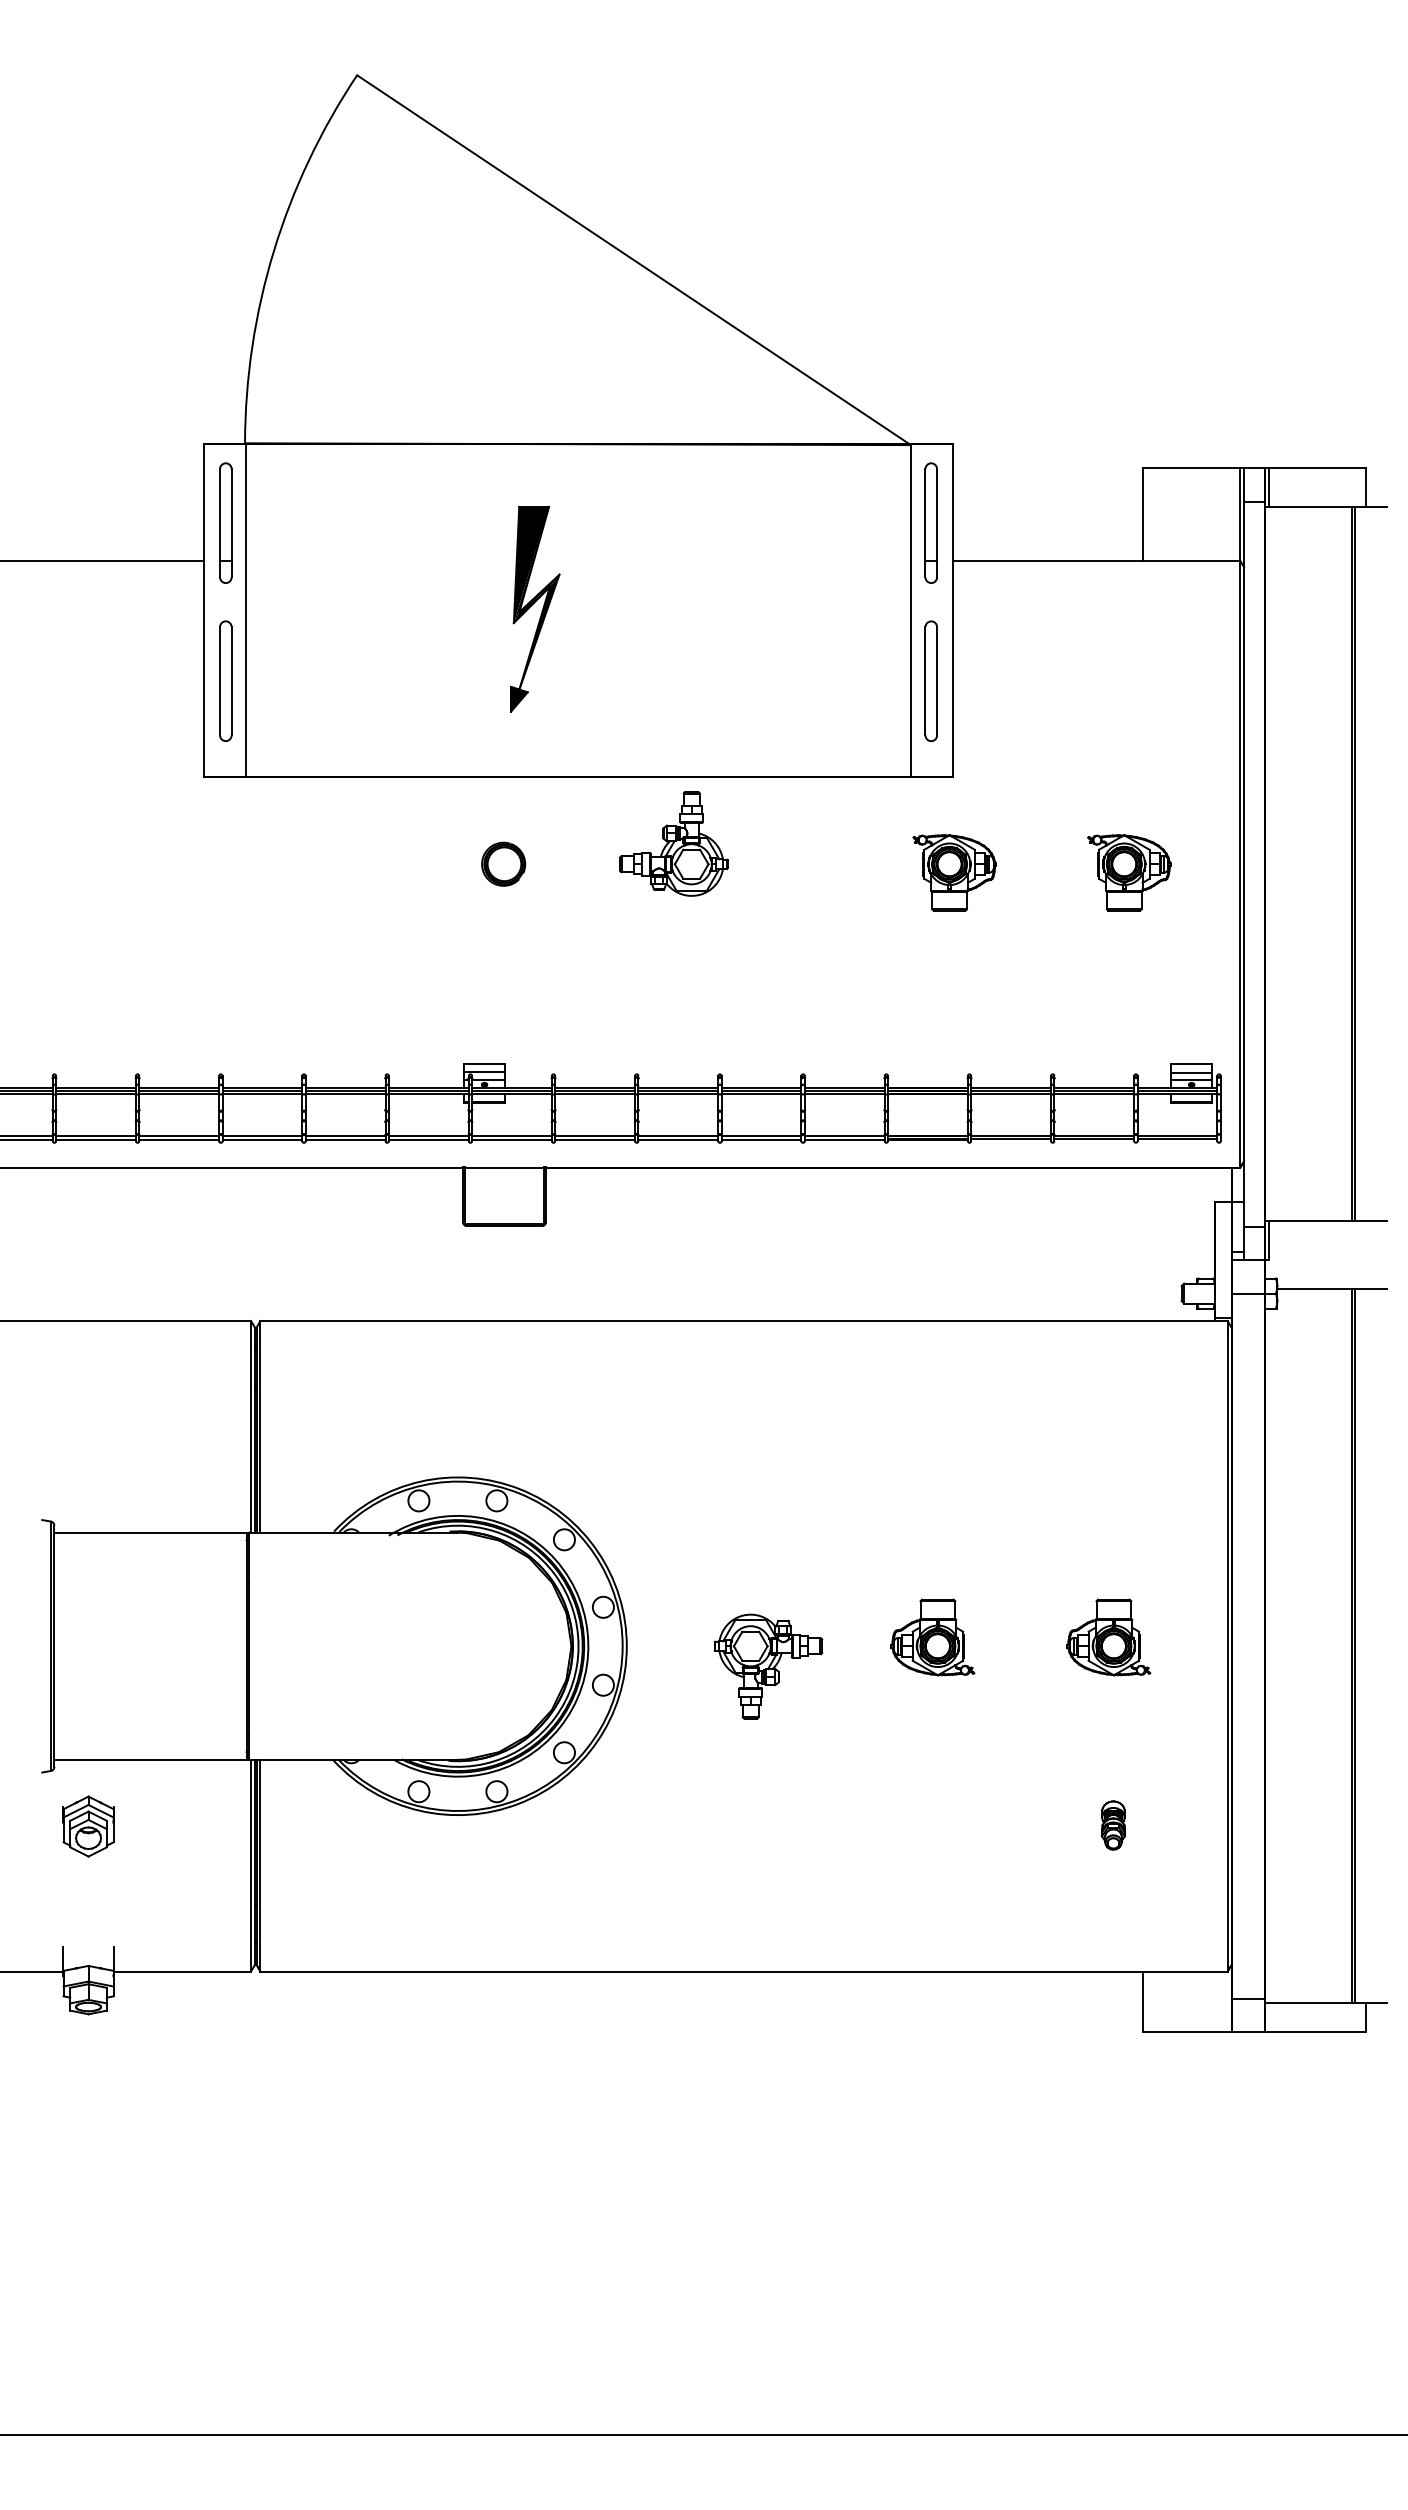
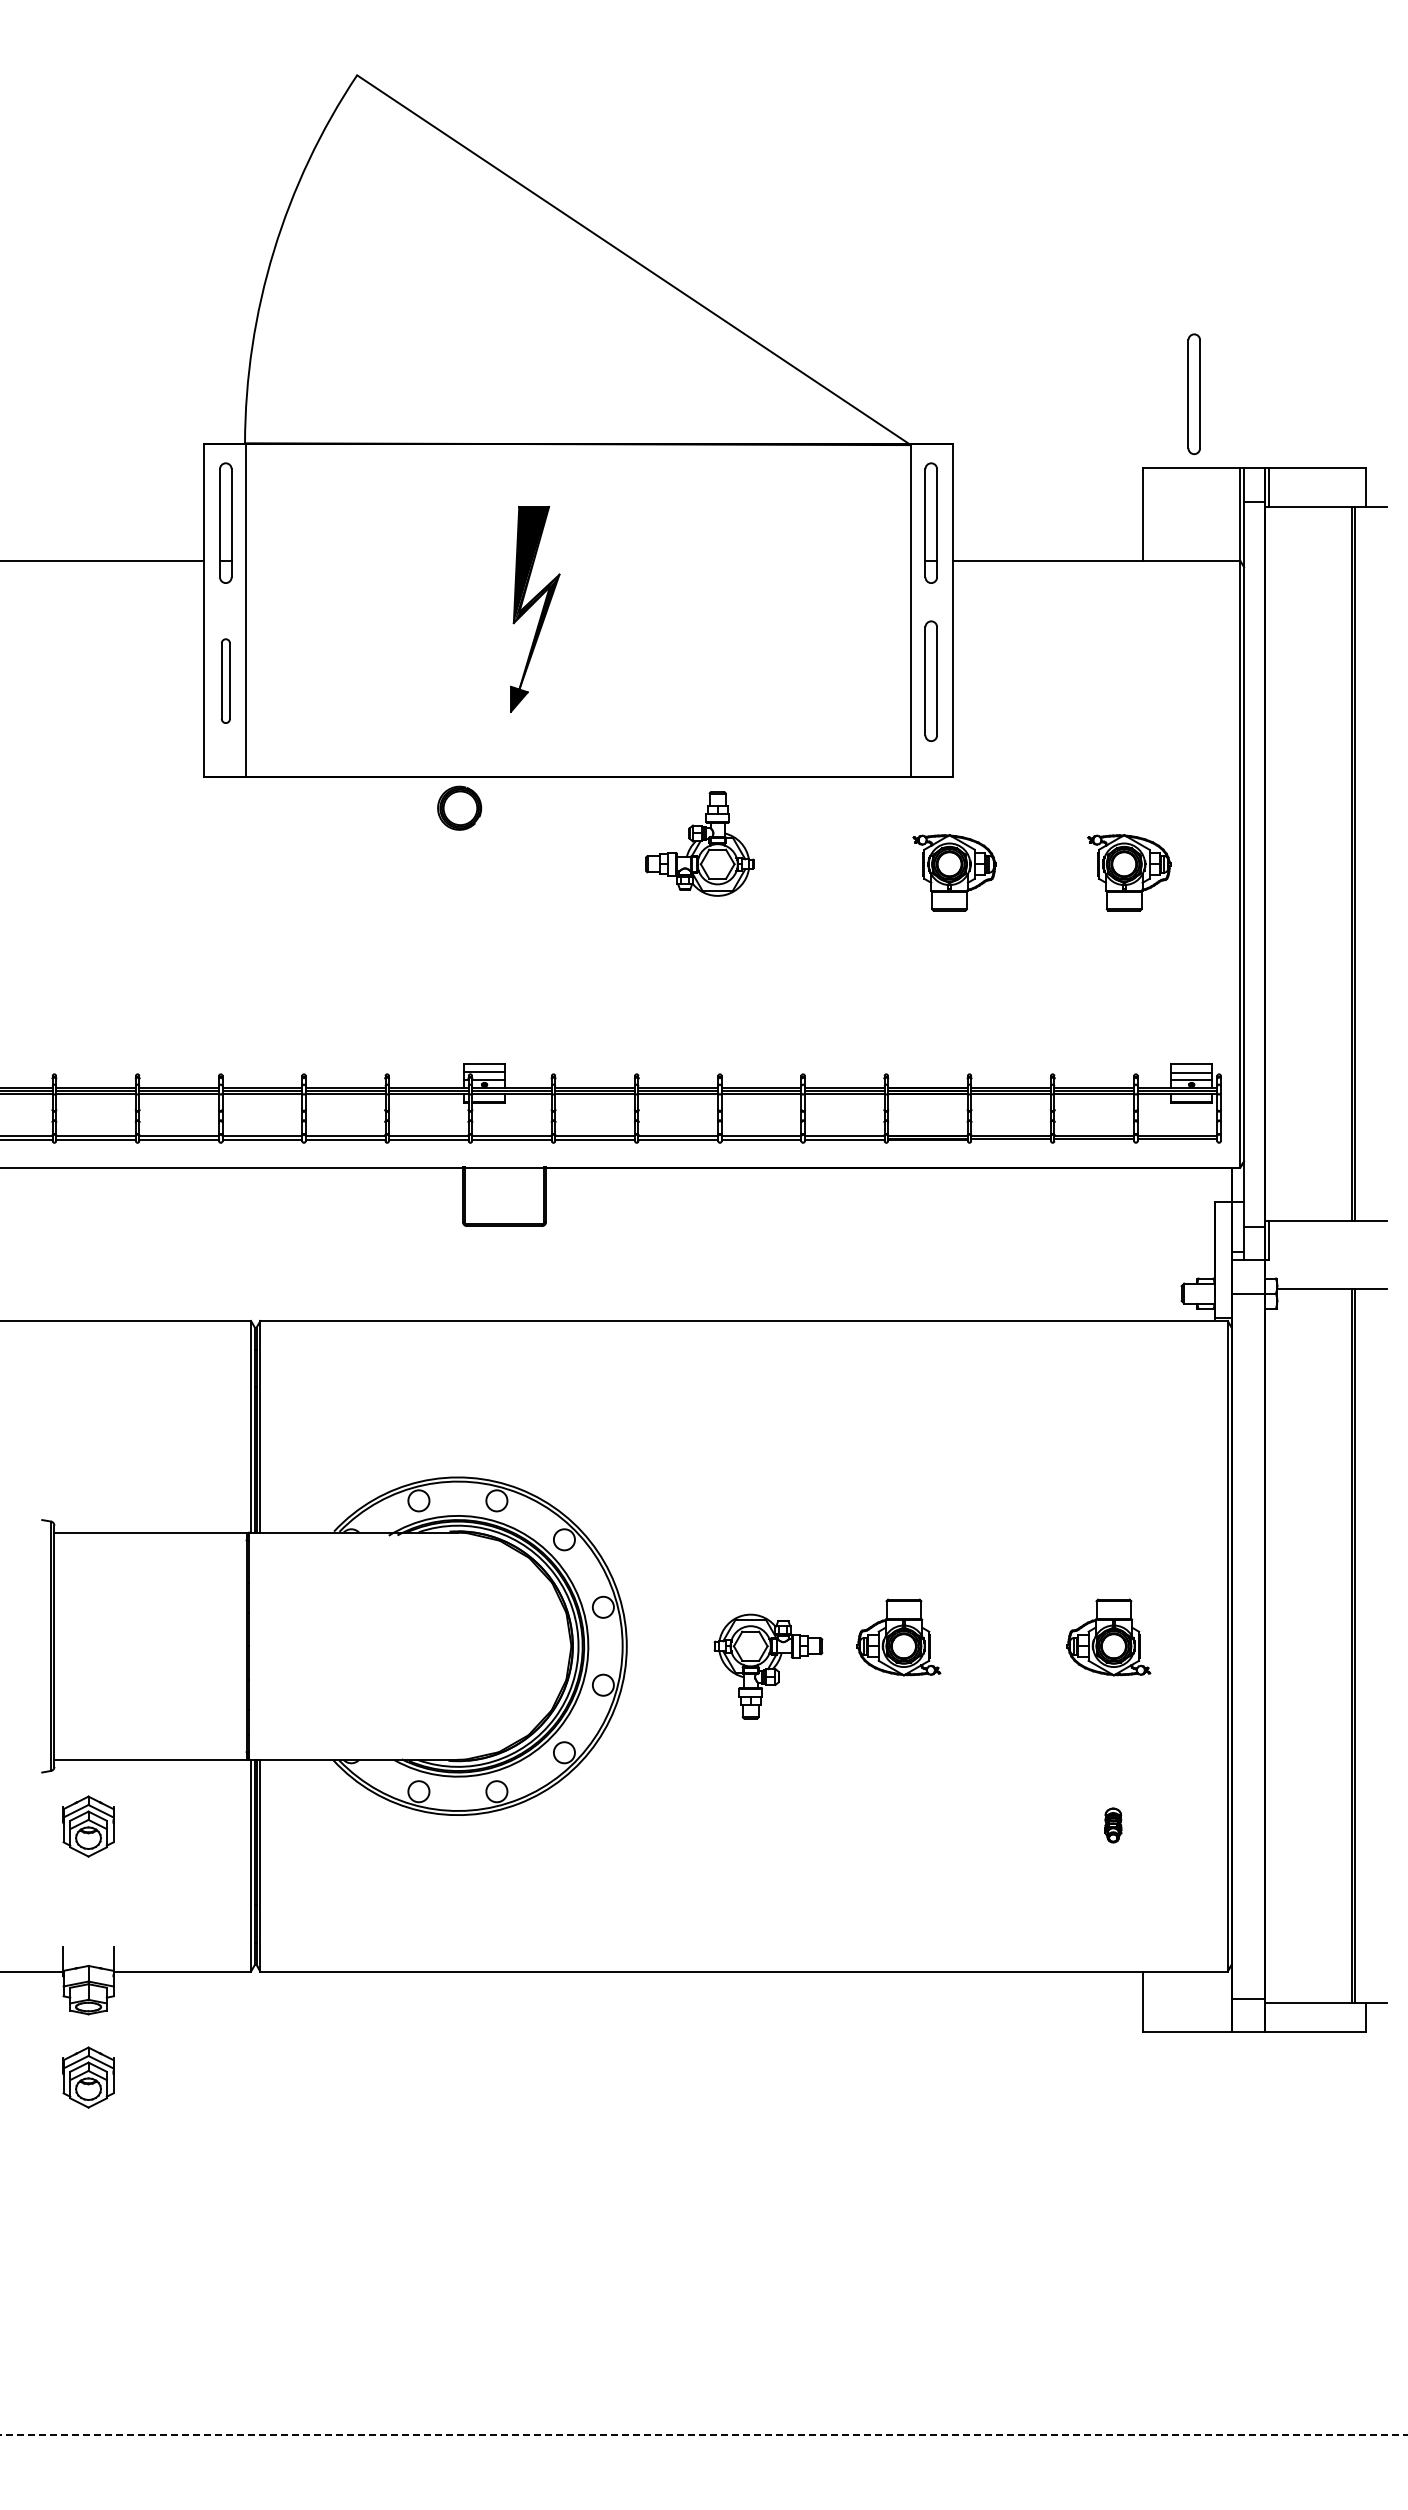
part at (1193, 393): none -> present
part at (225, 680) size: 14x122 px -> 10x86 px
part at (673, 843) position: (673, 843) -> (699, 843)
part at (503, 863) position: (503, 863) -> (459, 807)
part at (932, 1637) position: (932, 1637) -> (898, 1637)
part at (1112, 1825) size: 26x51 px -> 19x37 px
part at (88, 2077): none -> present
line at (704, 2434): solid -> dashed
